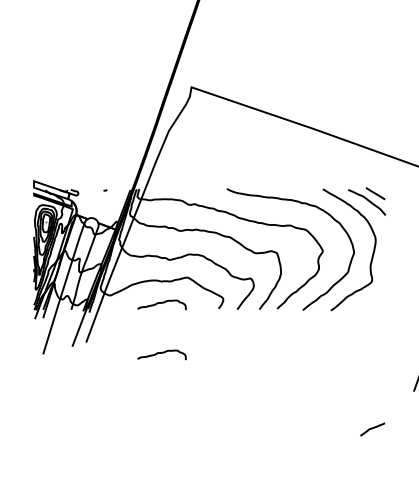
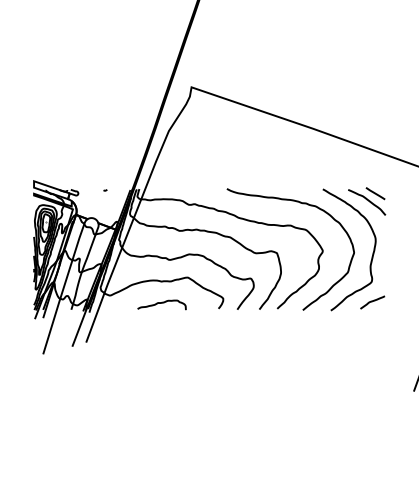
curve at (161, 353): present -> none
curve at (372, 429) position: (372, 429) -> (372, 302)
